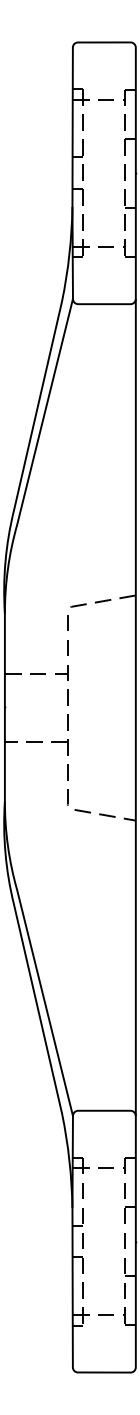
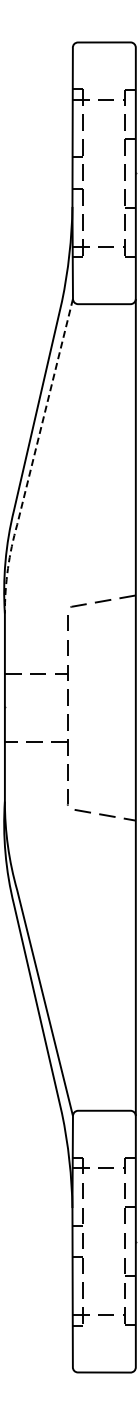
line at (33, 458): solid -> dashed
